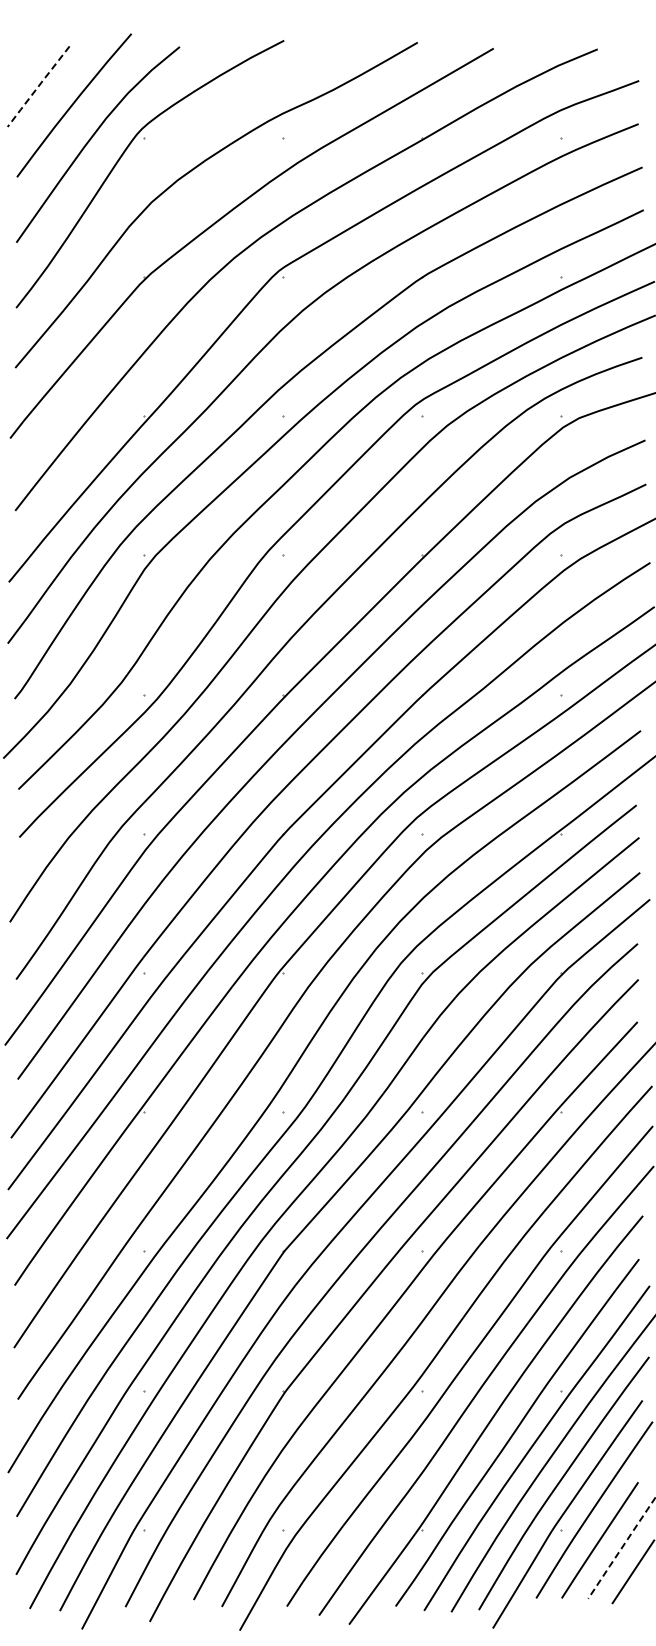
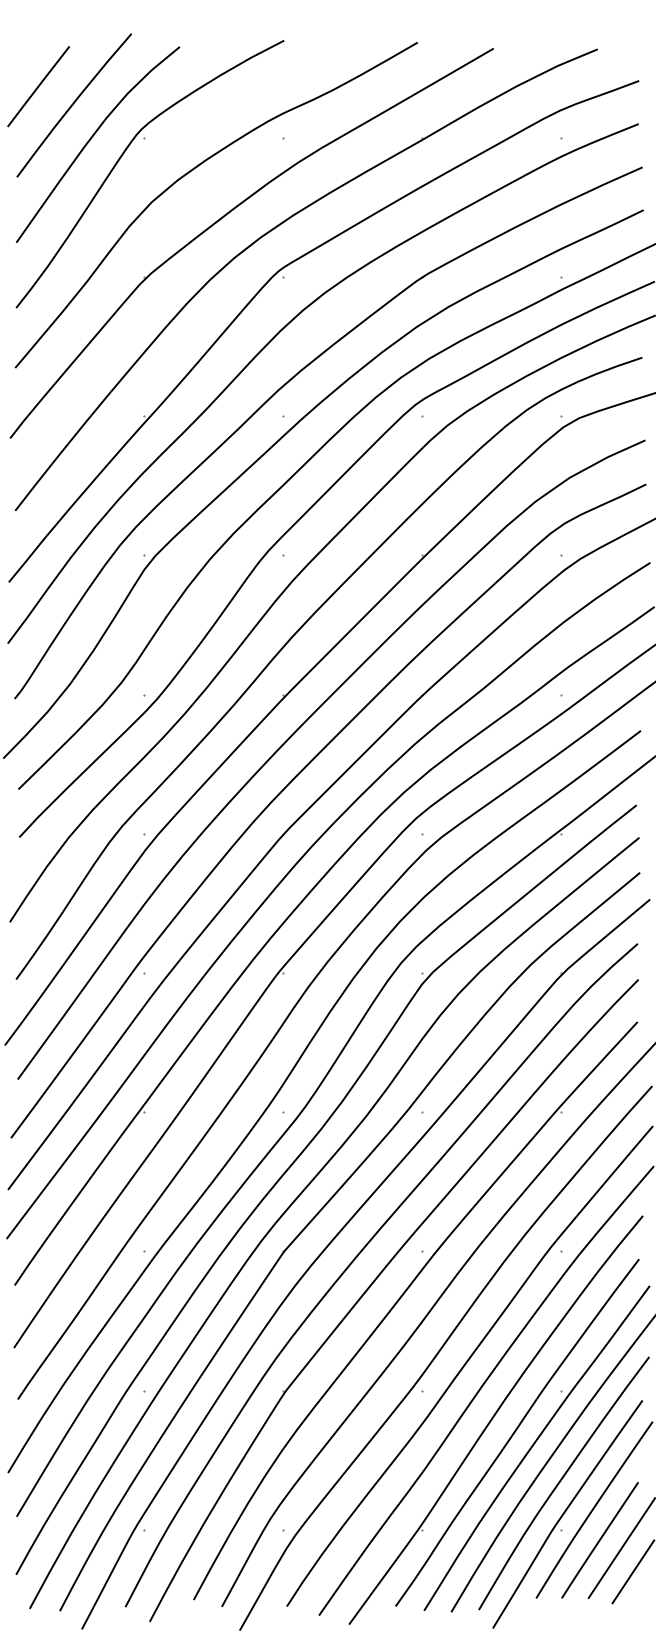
line at (37, 87): dashed -> solid
line at (621, 1548): dashed -> solid
